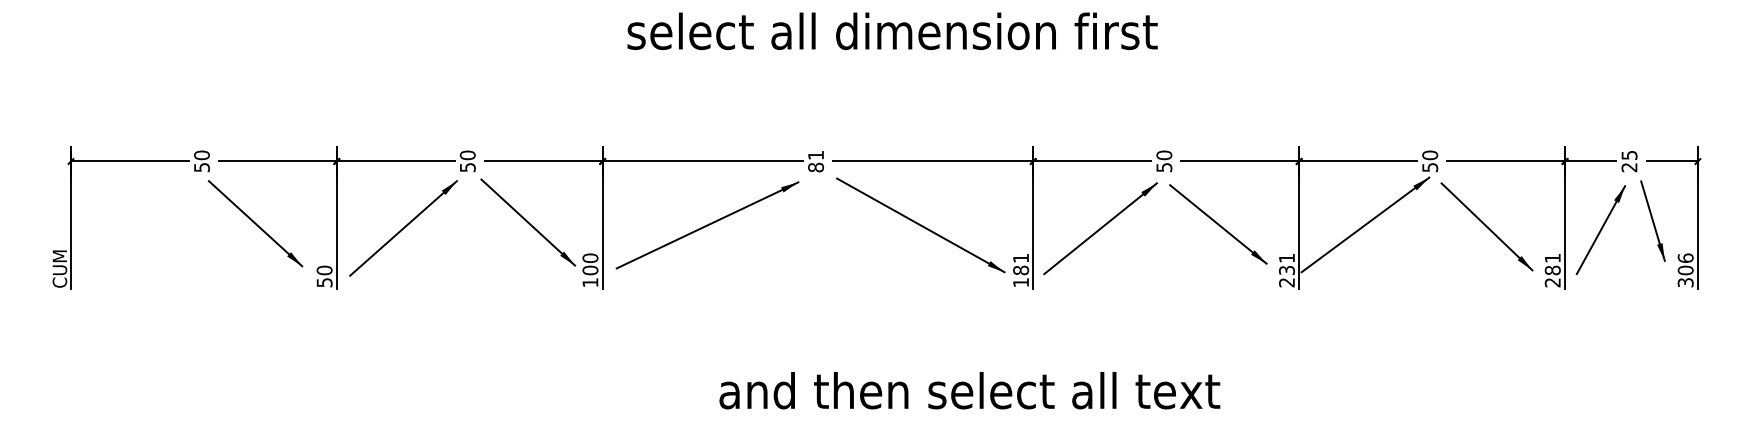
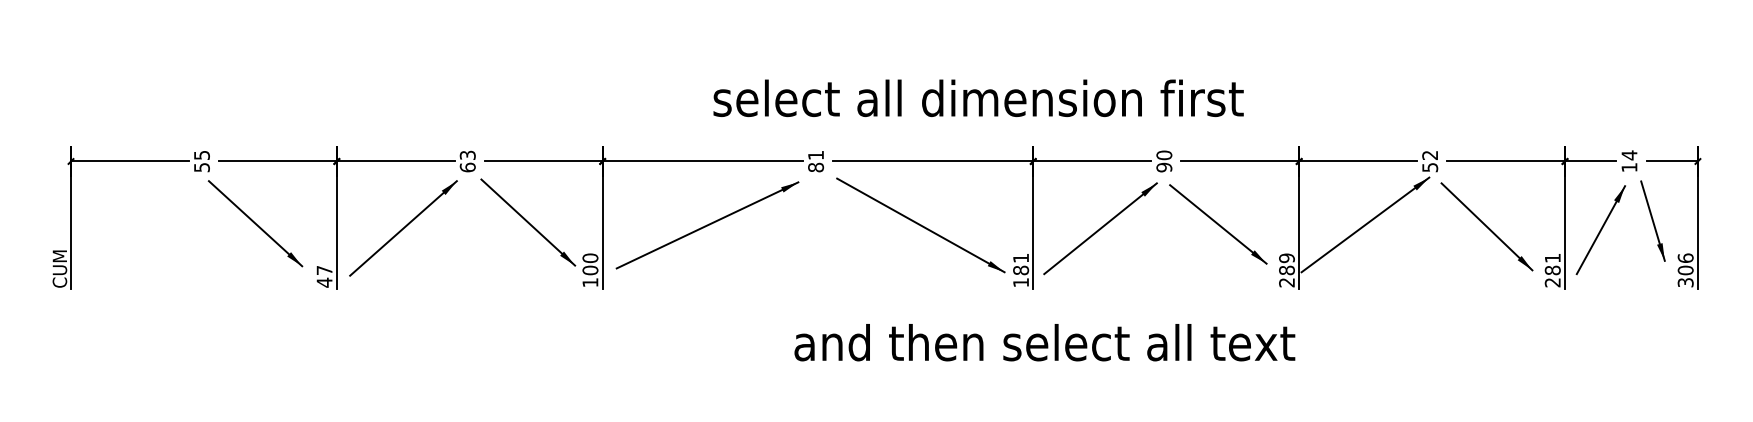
text at (892, 30) position: (892, 30) -> (978, 97)
text at (201, 155): 50 -> 55
text at (1430, 155): 50 -> 52
text at (467, 161): 50 -> 63
text at (1629, 161): 25 -> 14
text at (1163, 167): 50 -> 90
text at (1286, 264): 231 -> 289
text at (324, 276): 50 -> 47
text at (969, 390) position: (969, 390) -> (1044, 342)
